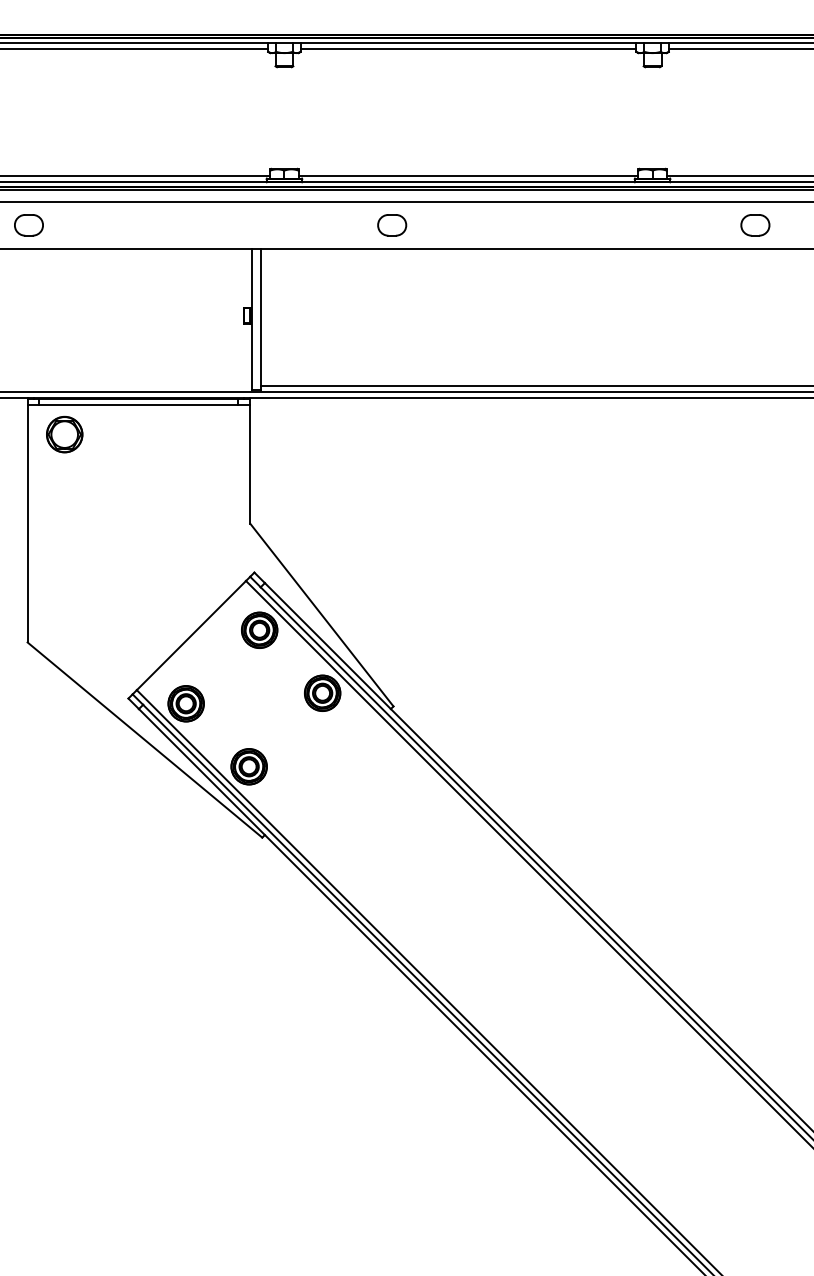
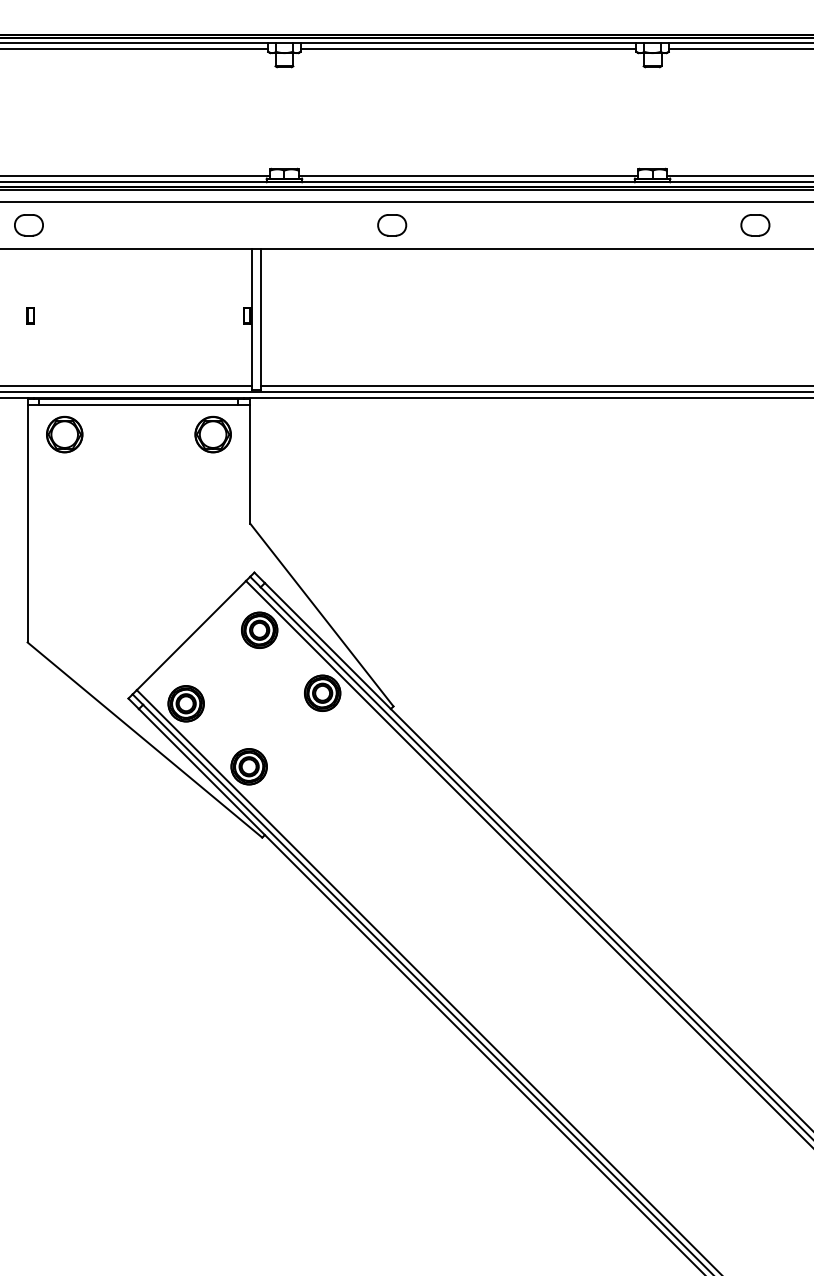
part at (30, 315): none -> present
line at (127, 385): none -> present
part at (212, 434): none -> present
